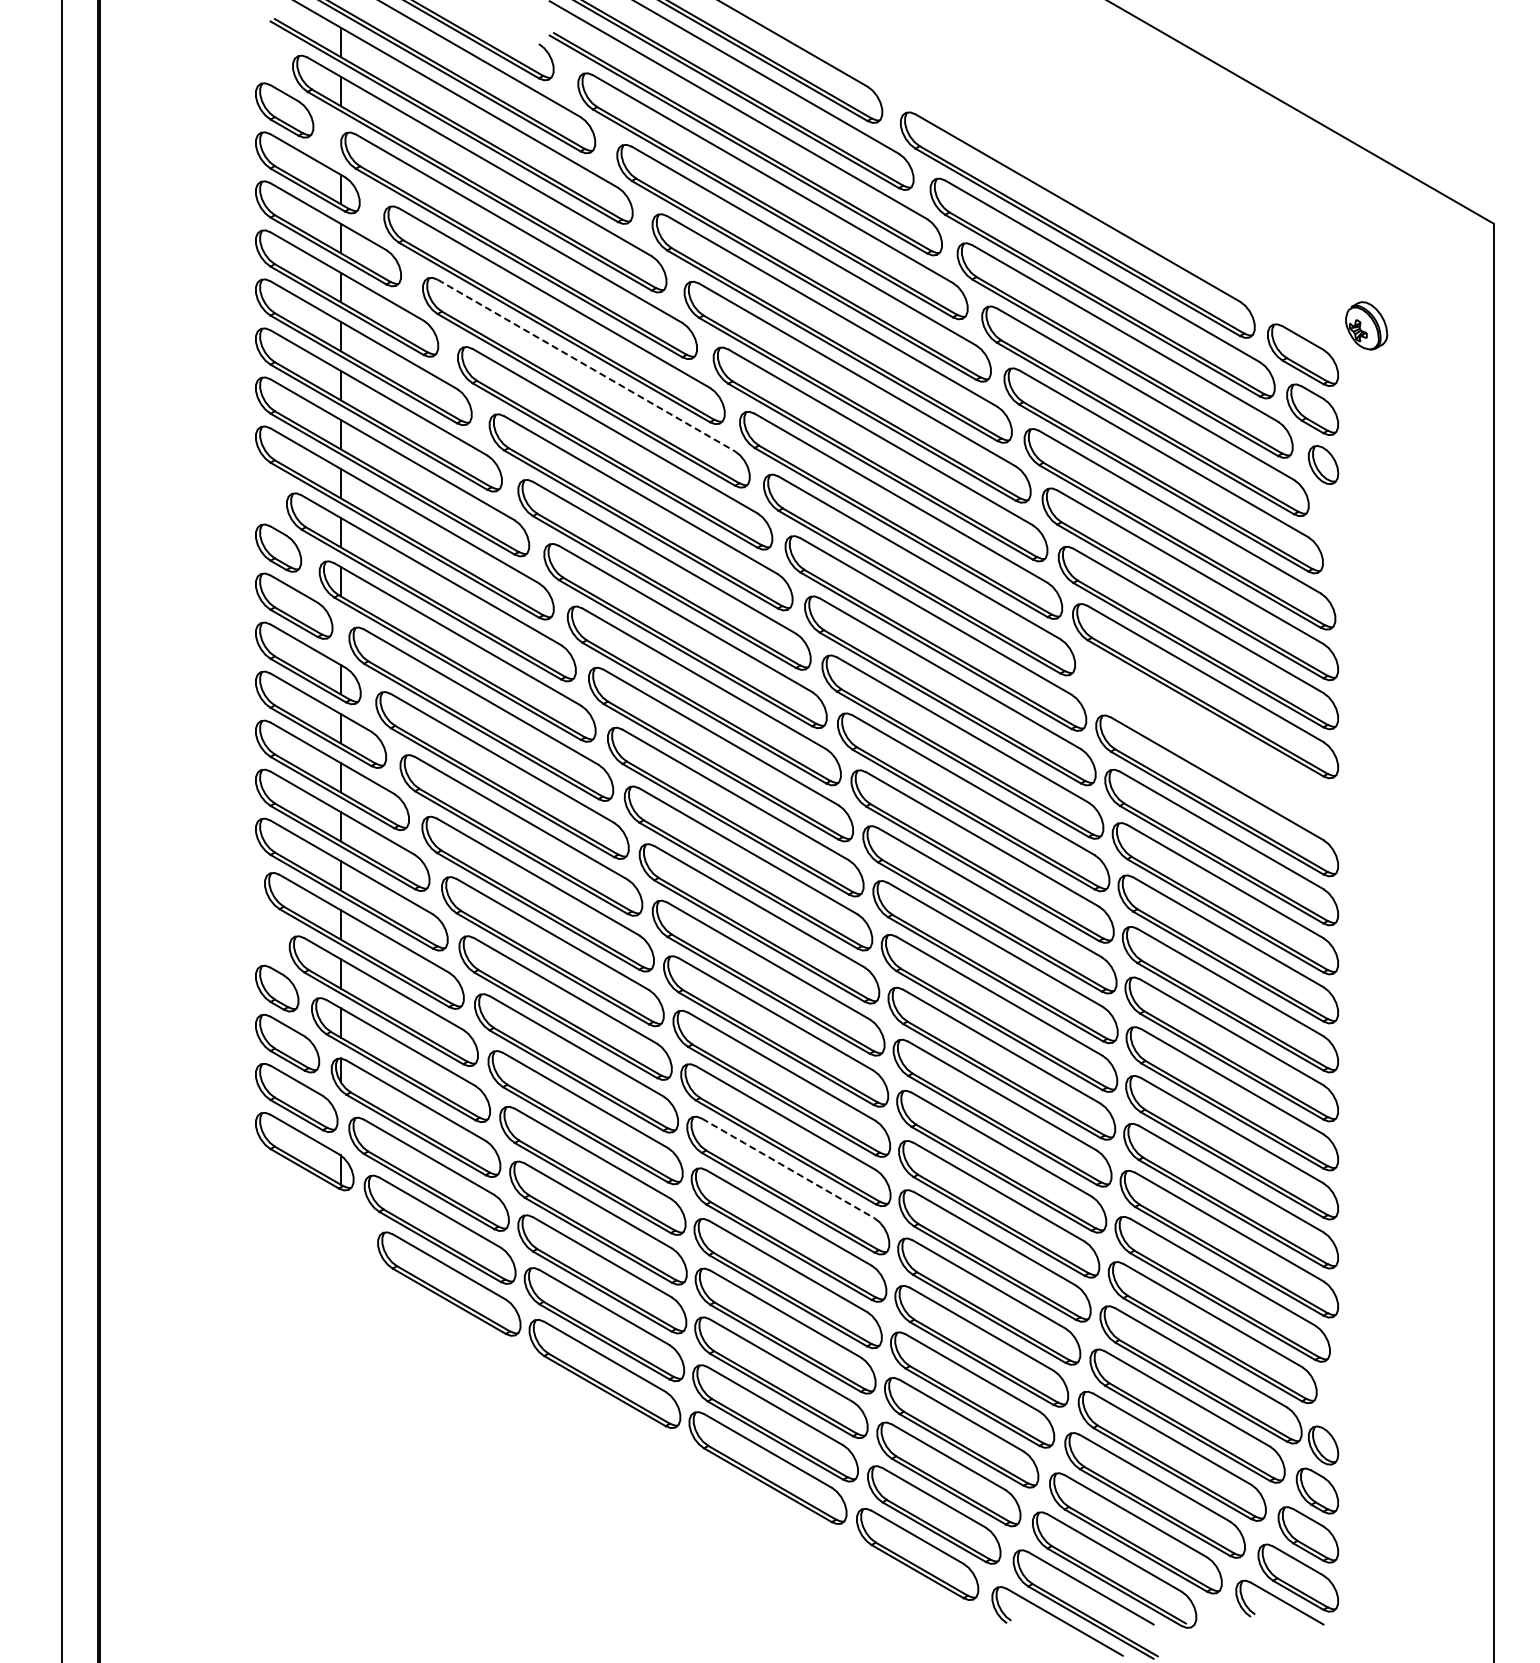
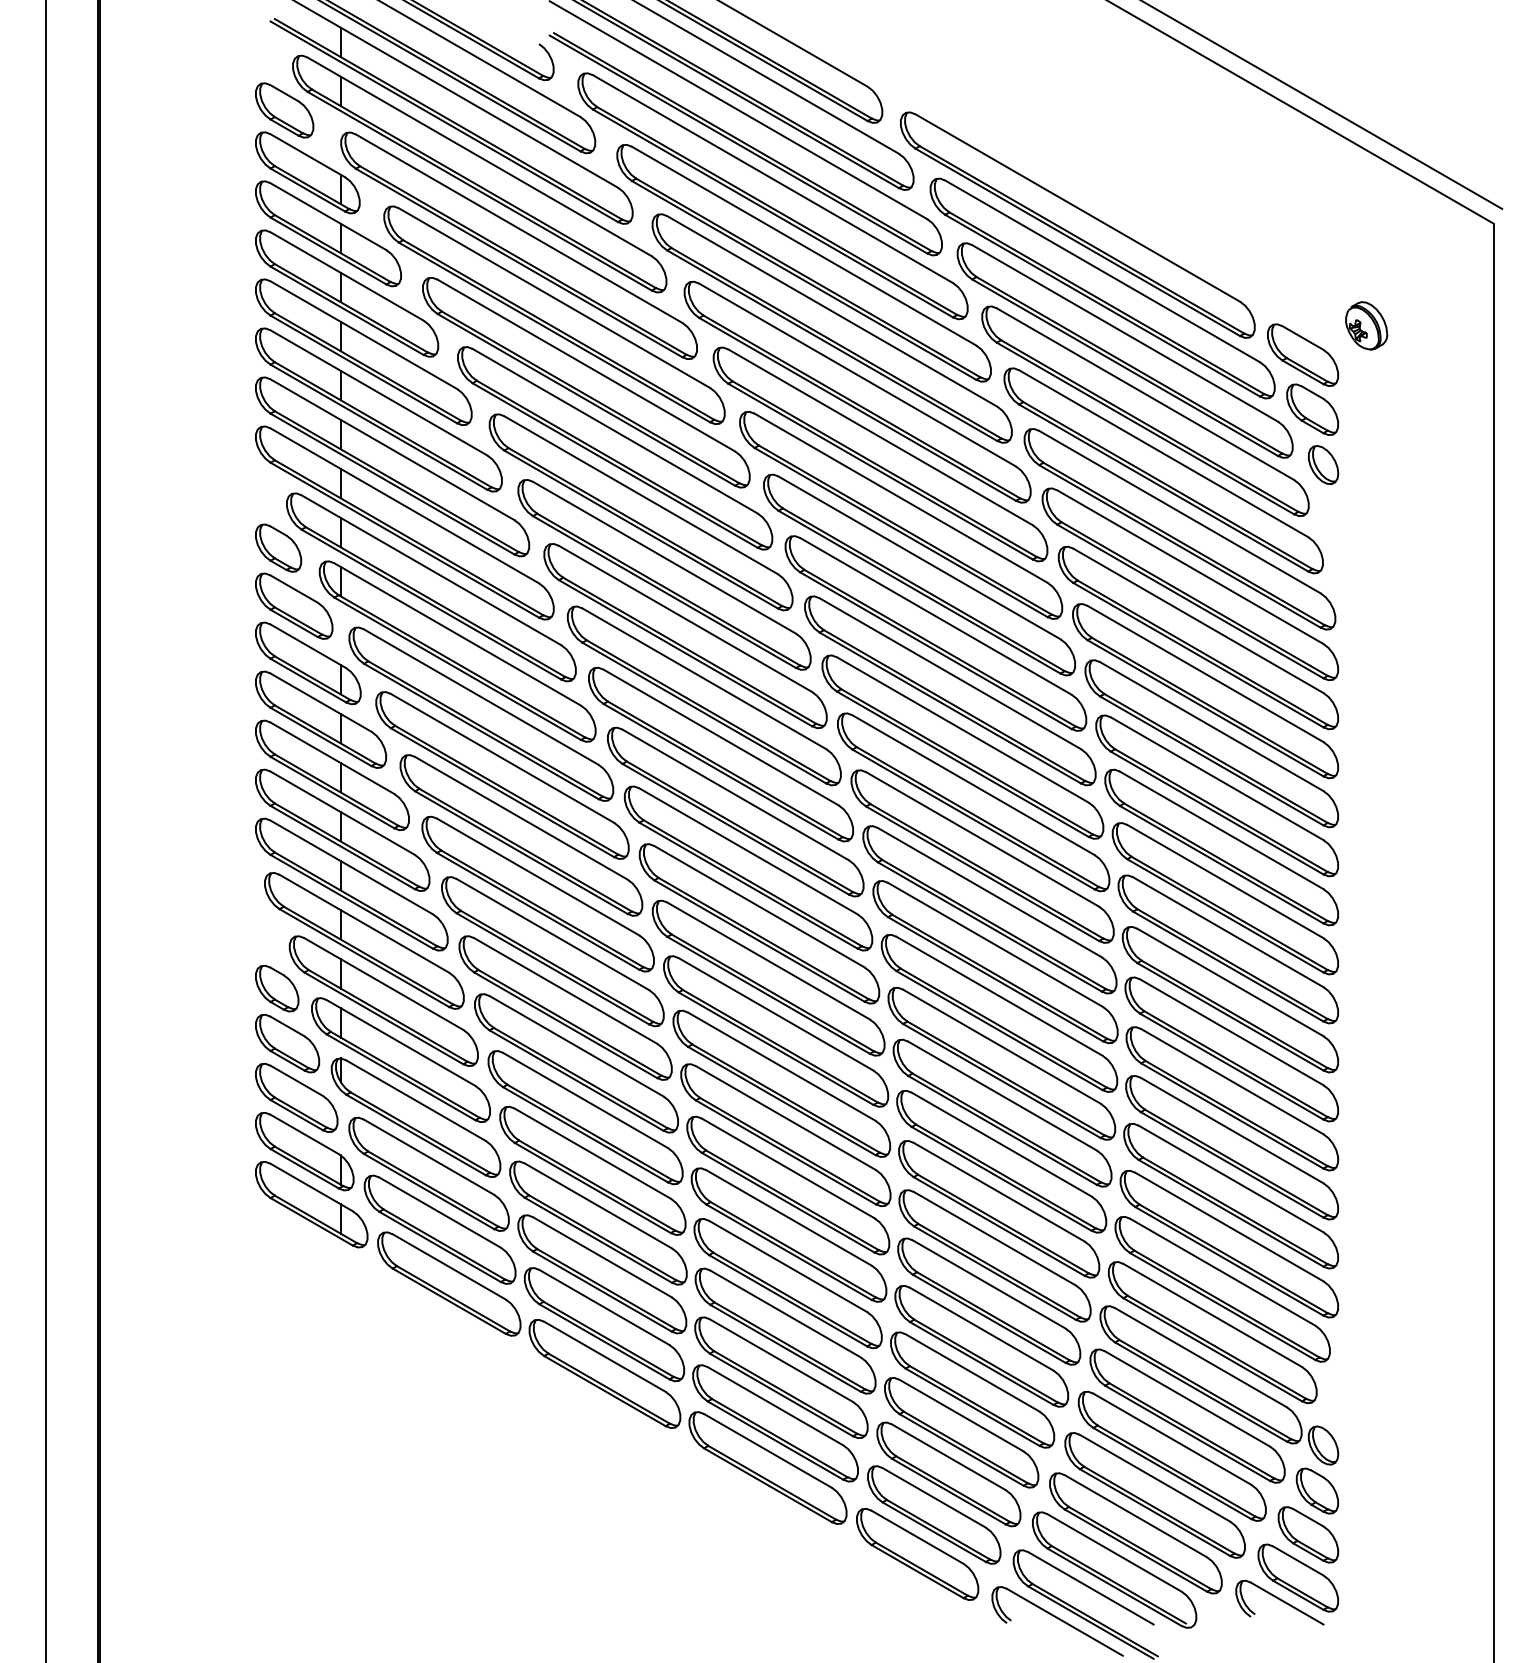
line at (1323, 105): none -> present
line at (586, 365): dashed -> solid
part at (1211, 743): none -> present
line at (62, 830) position: (62, 830) -> (46, 830)
line at (788, 1168): dashed -> solid
part at (311, 1204): none -> present
